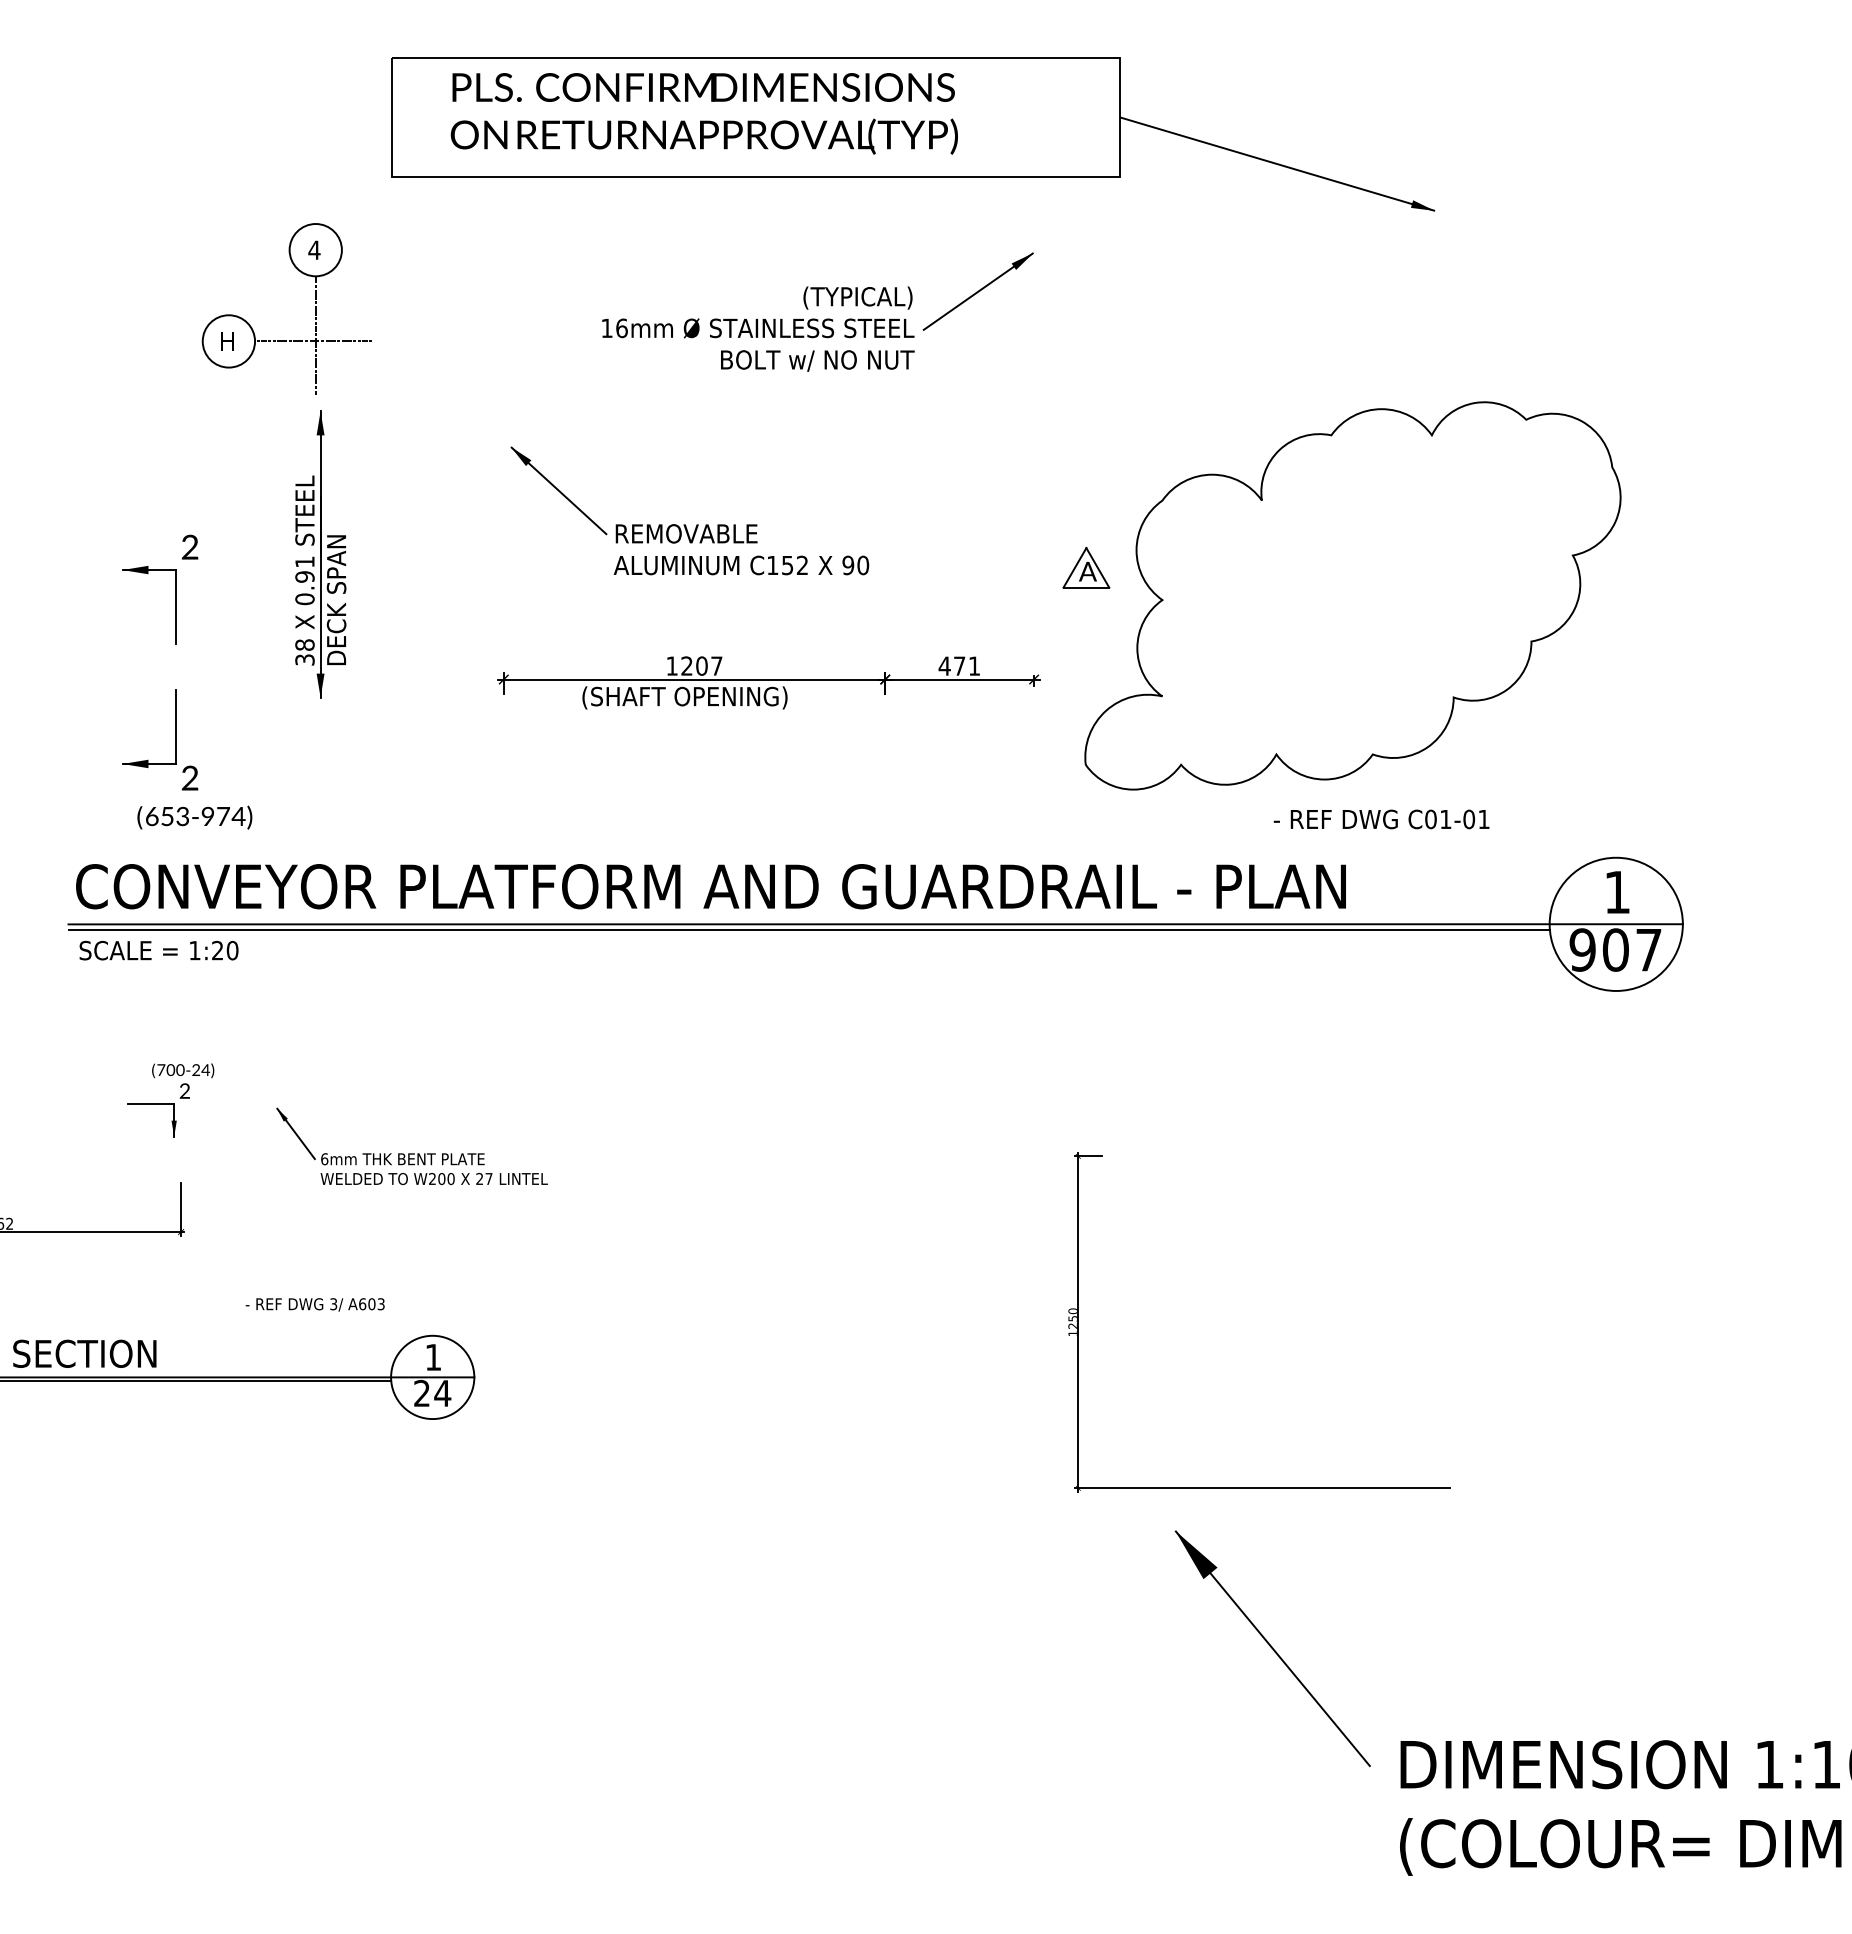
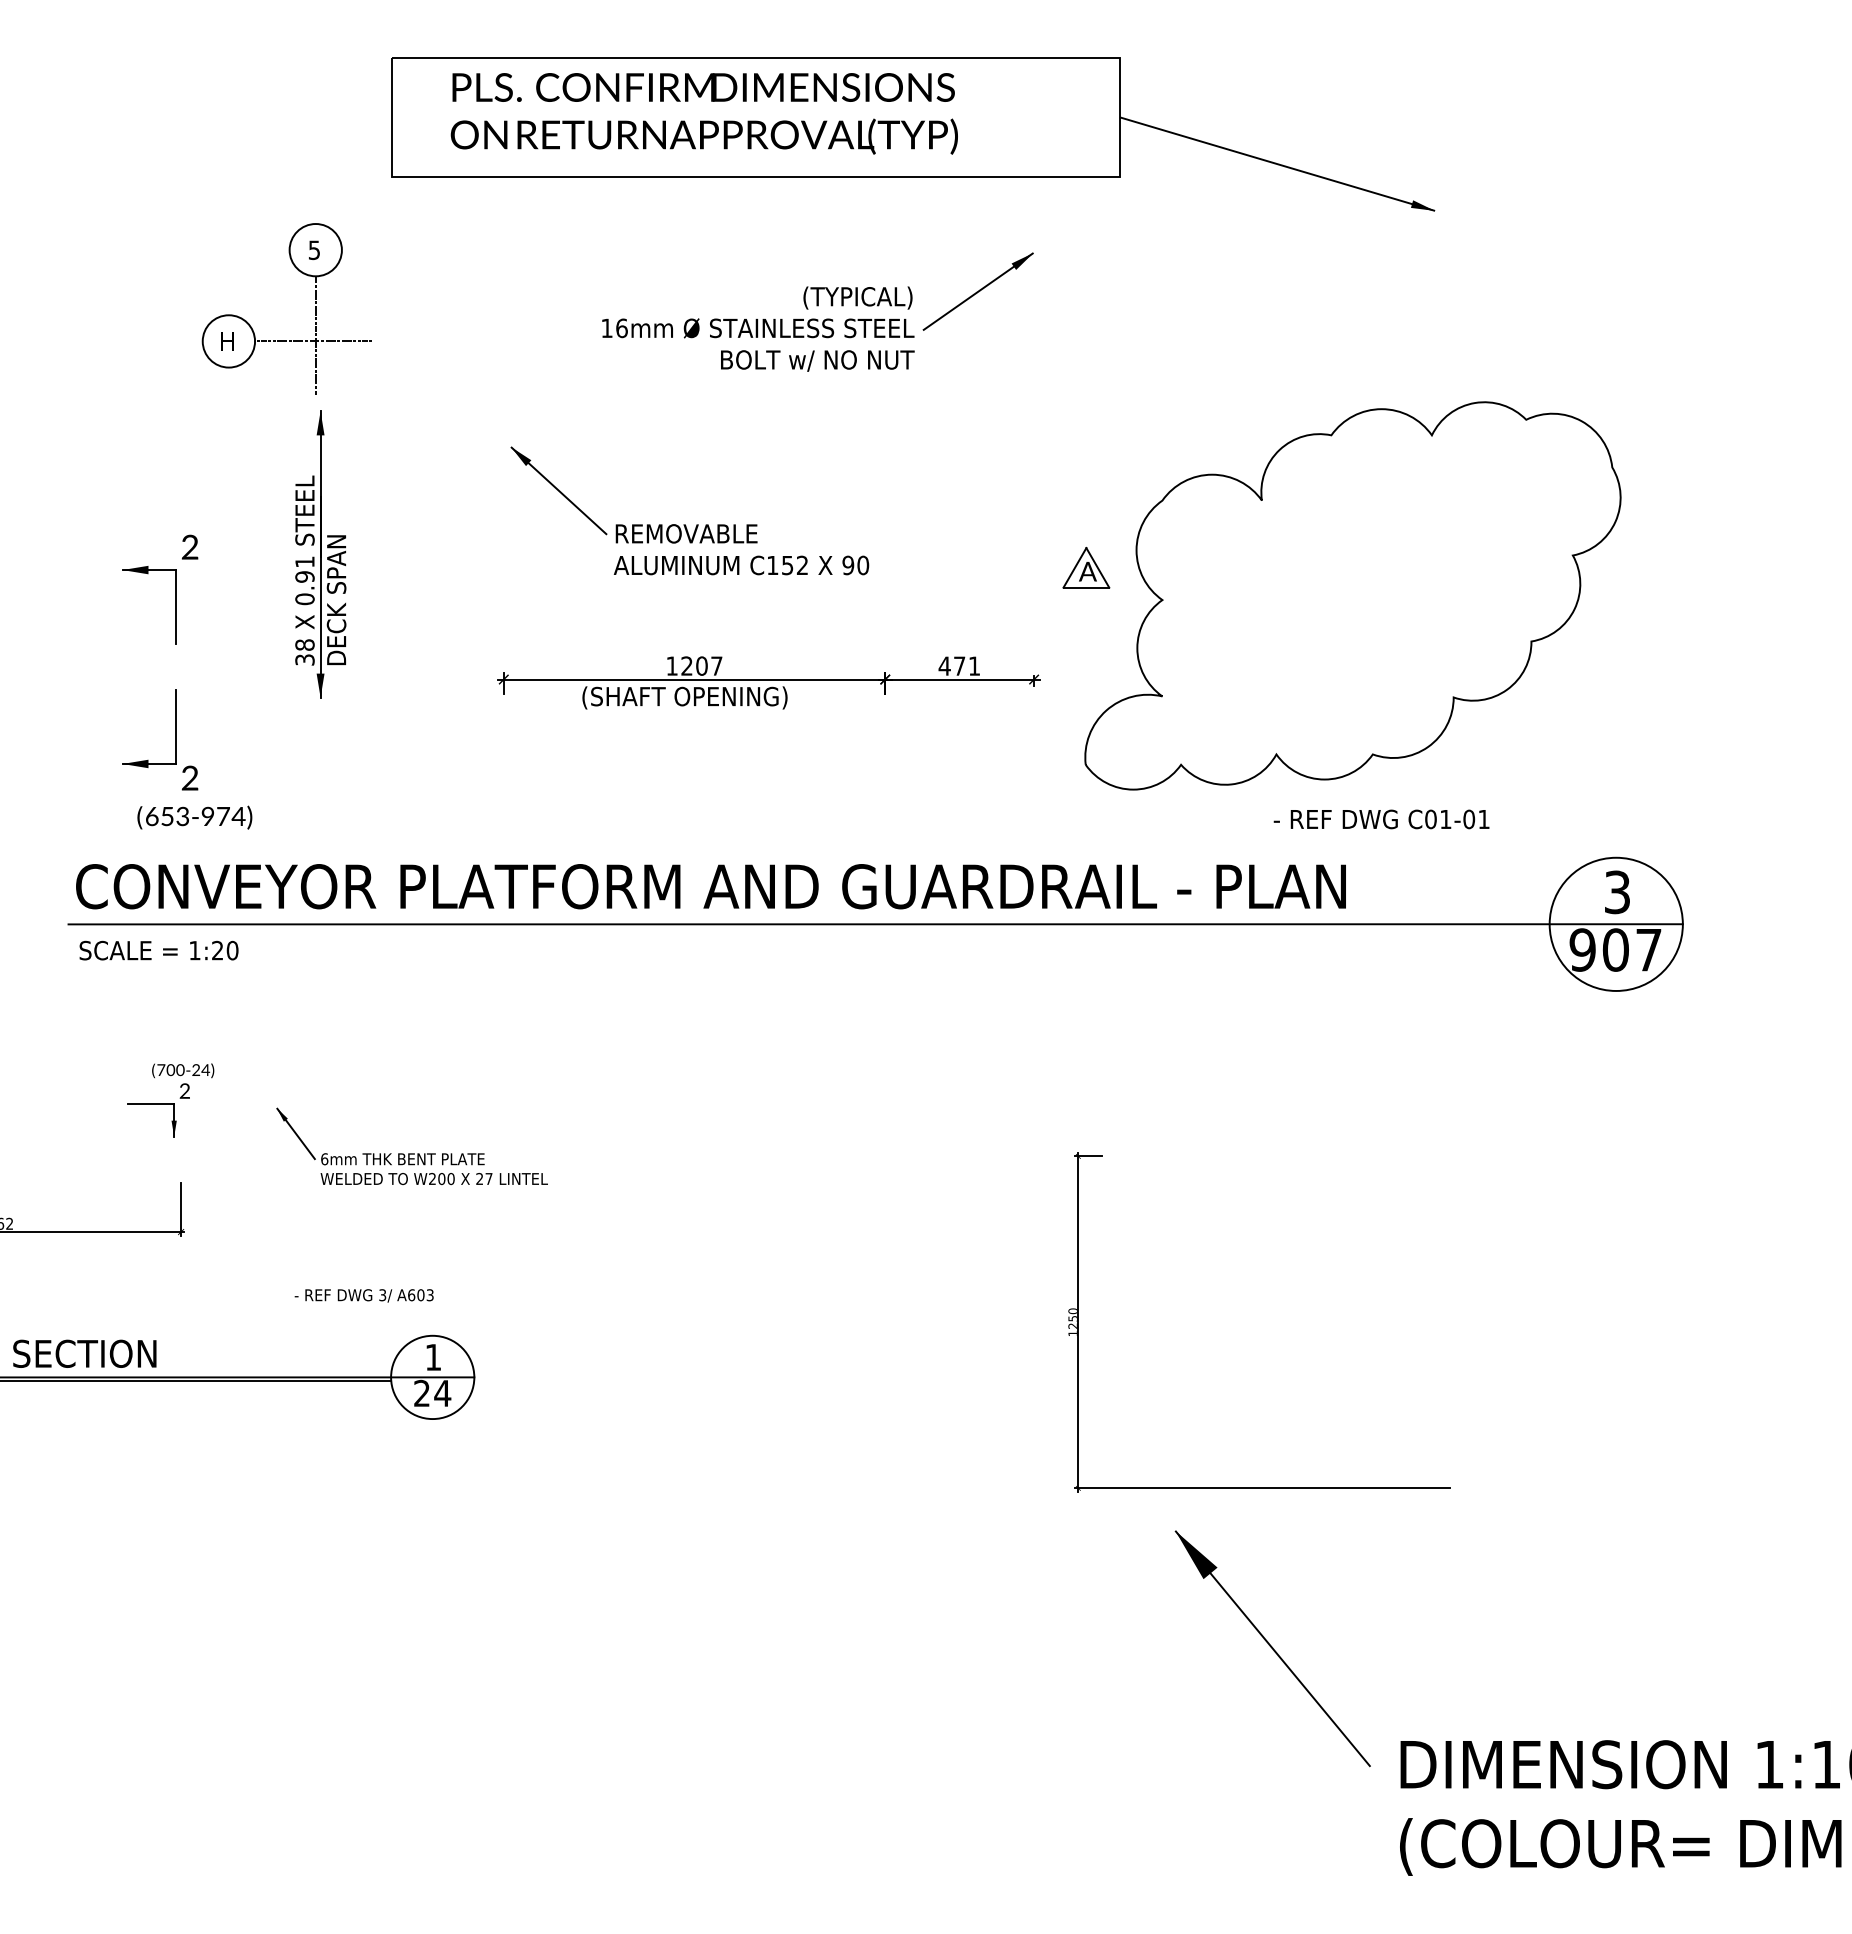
text at (314, 250): 4 -> 5
text at (1617, 892): 1 -> 3
line at (808, 930): present -> none
text at (314, 1304) position: (314, 1304) -> (363, 1295)
